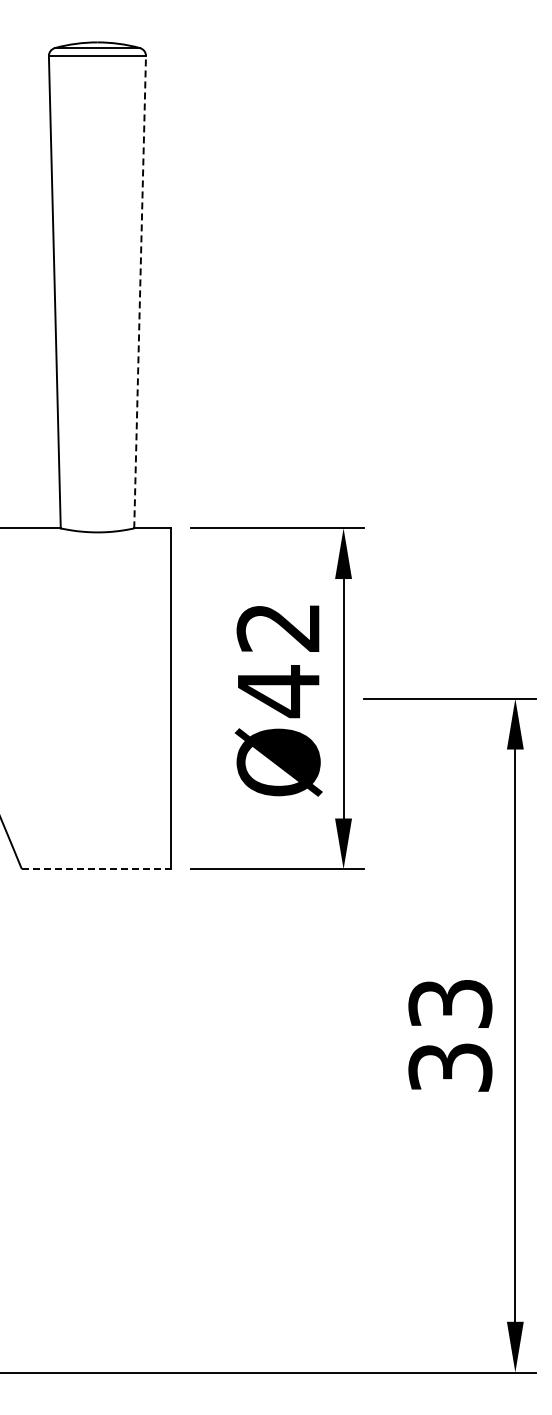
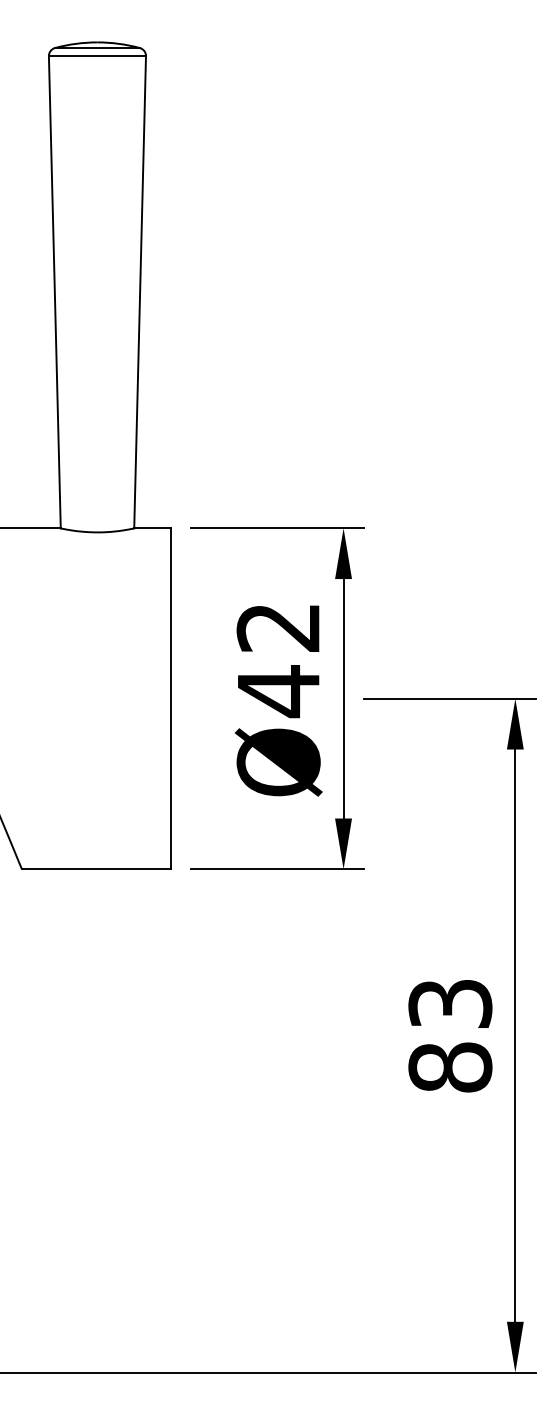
line at (140, 291): dashed -> solid
line at (96, 869): dashed -> solid
text at (450, 1067): 33 -> 83
